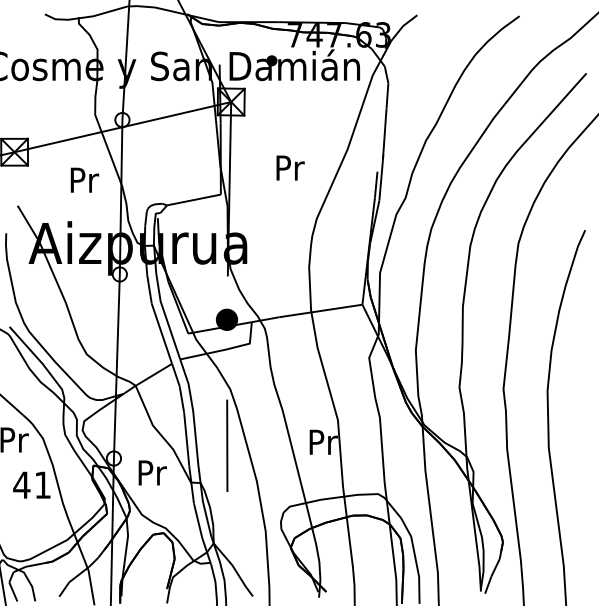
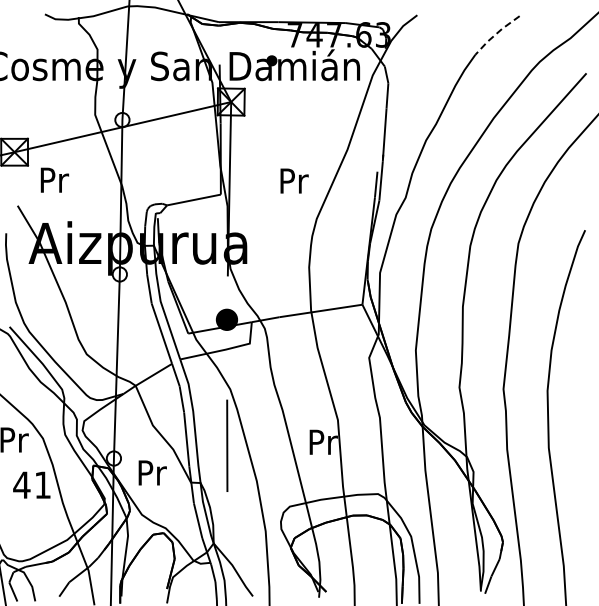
line at (496, 34): solid -> dashed
text at (290, 167) position: (290, 167) -> (294, 180)
text at (84, 179) position: (84, 179) -> (54, 179)
